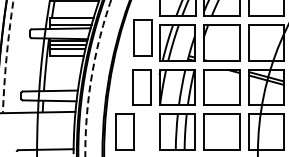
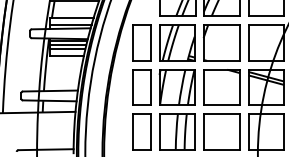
part at (142, 37) position: (142, 37) -> (141, 42)
arc at (6, 56): dashed -> solid
circle at (97, 78): dashed -> solid
part at (124, 131) position: (124, 131) -> (141, 131)
